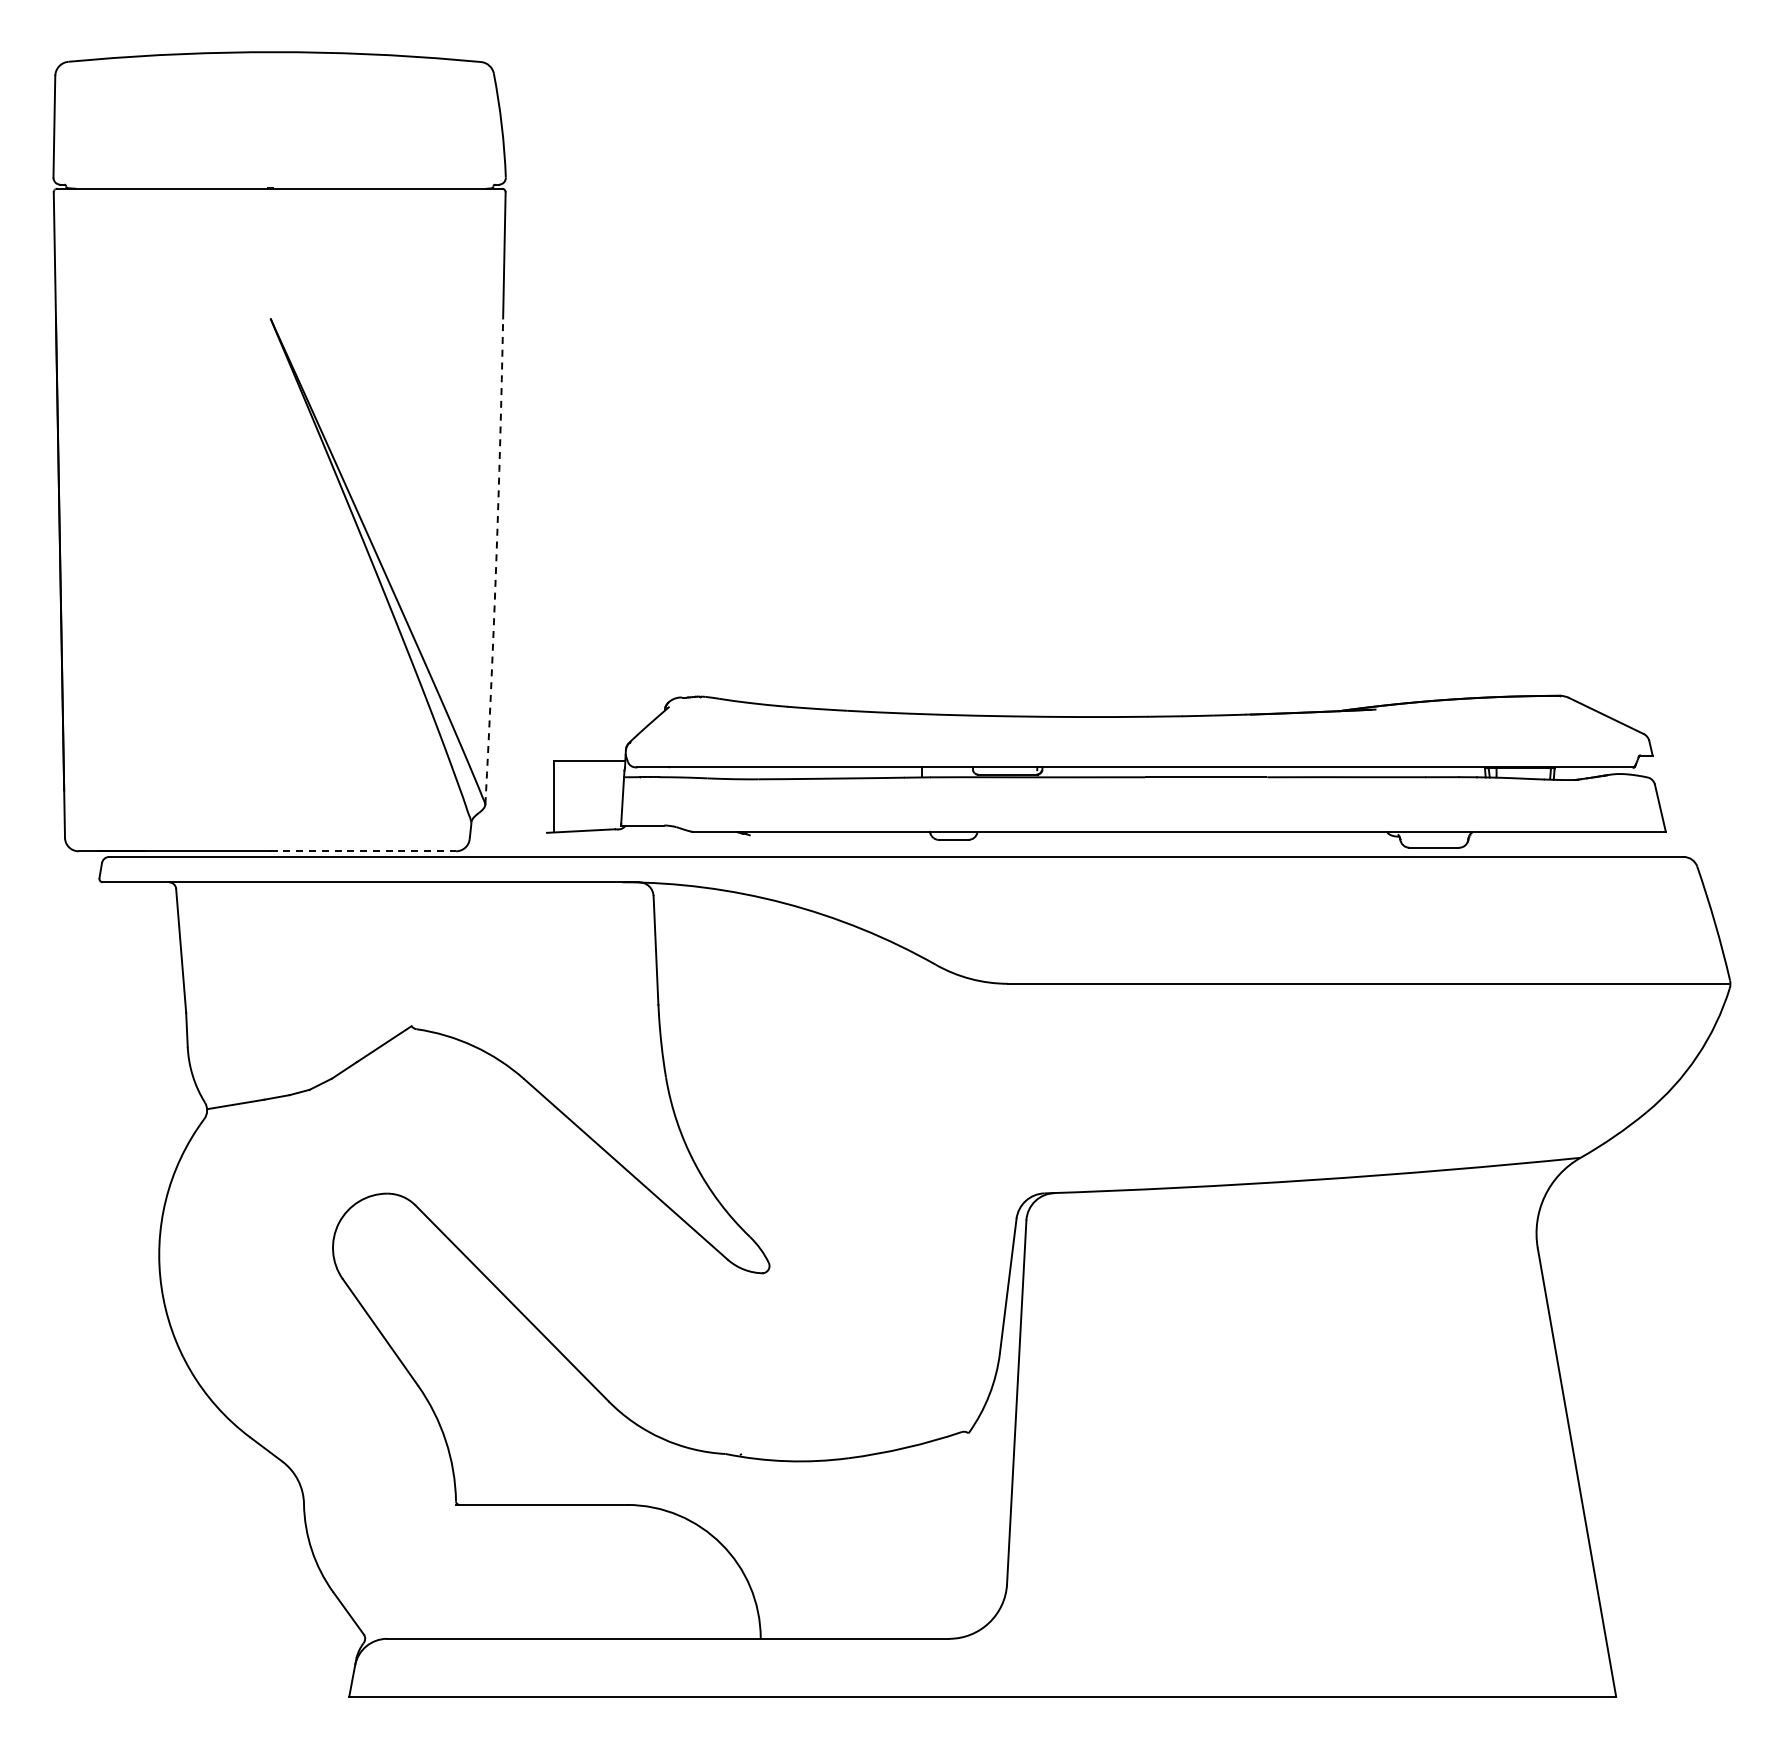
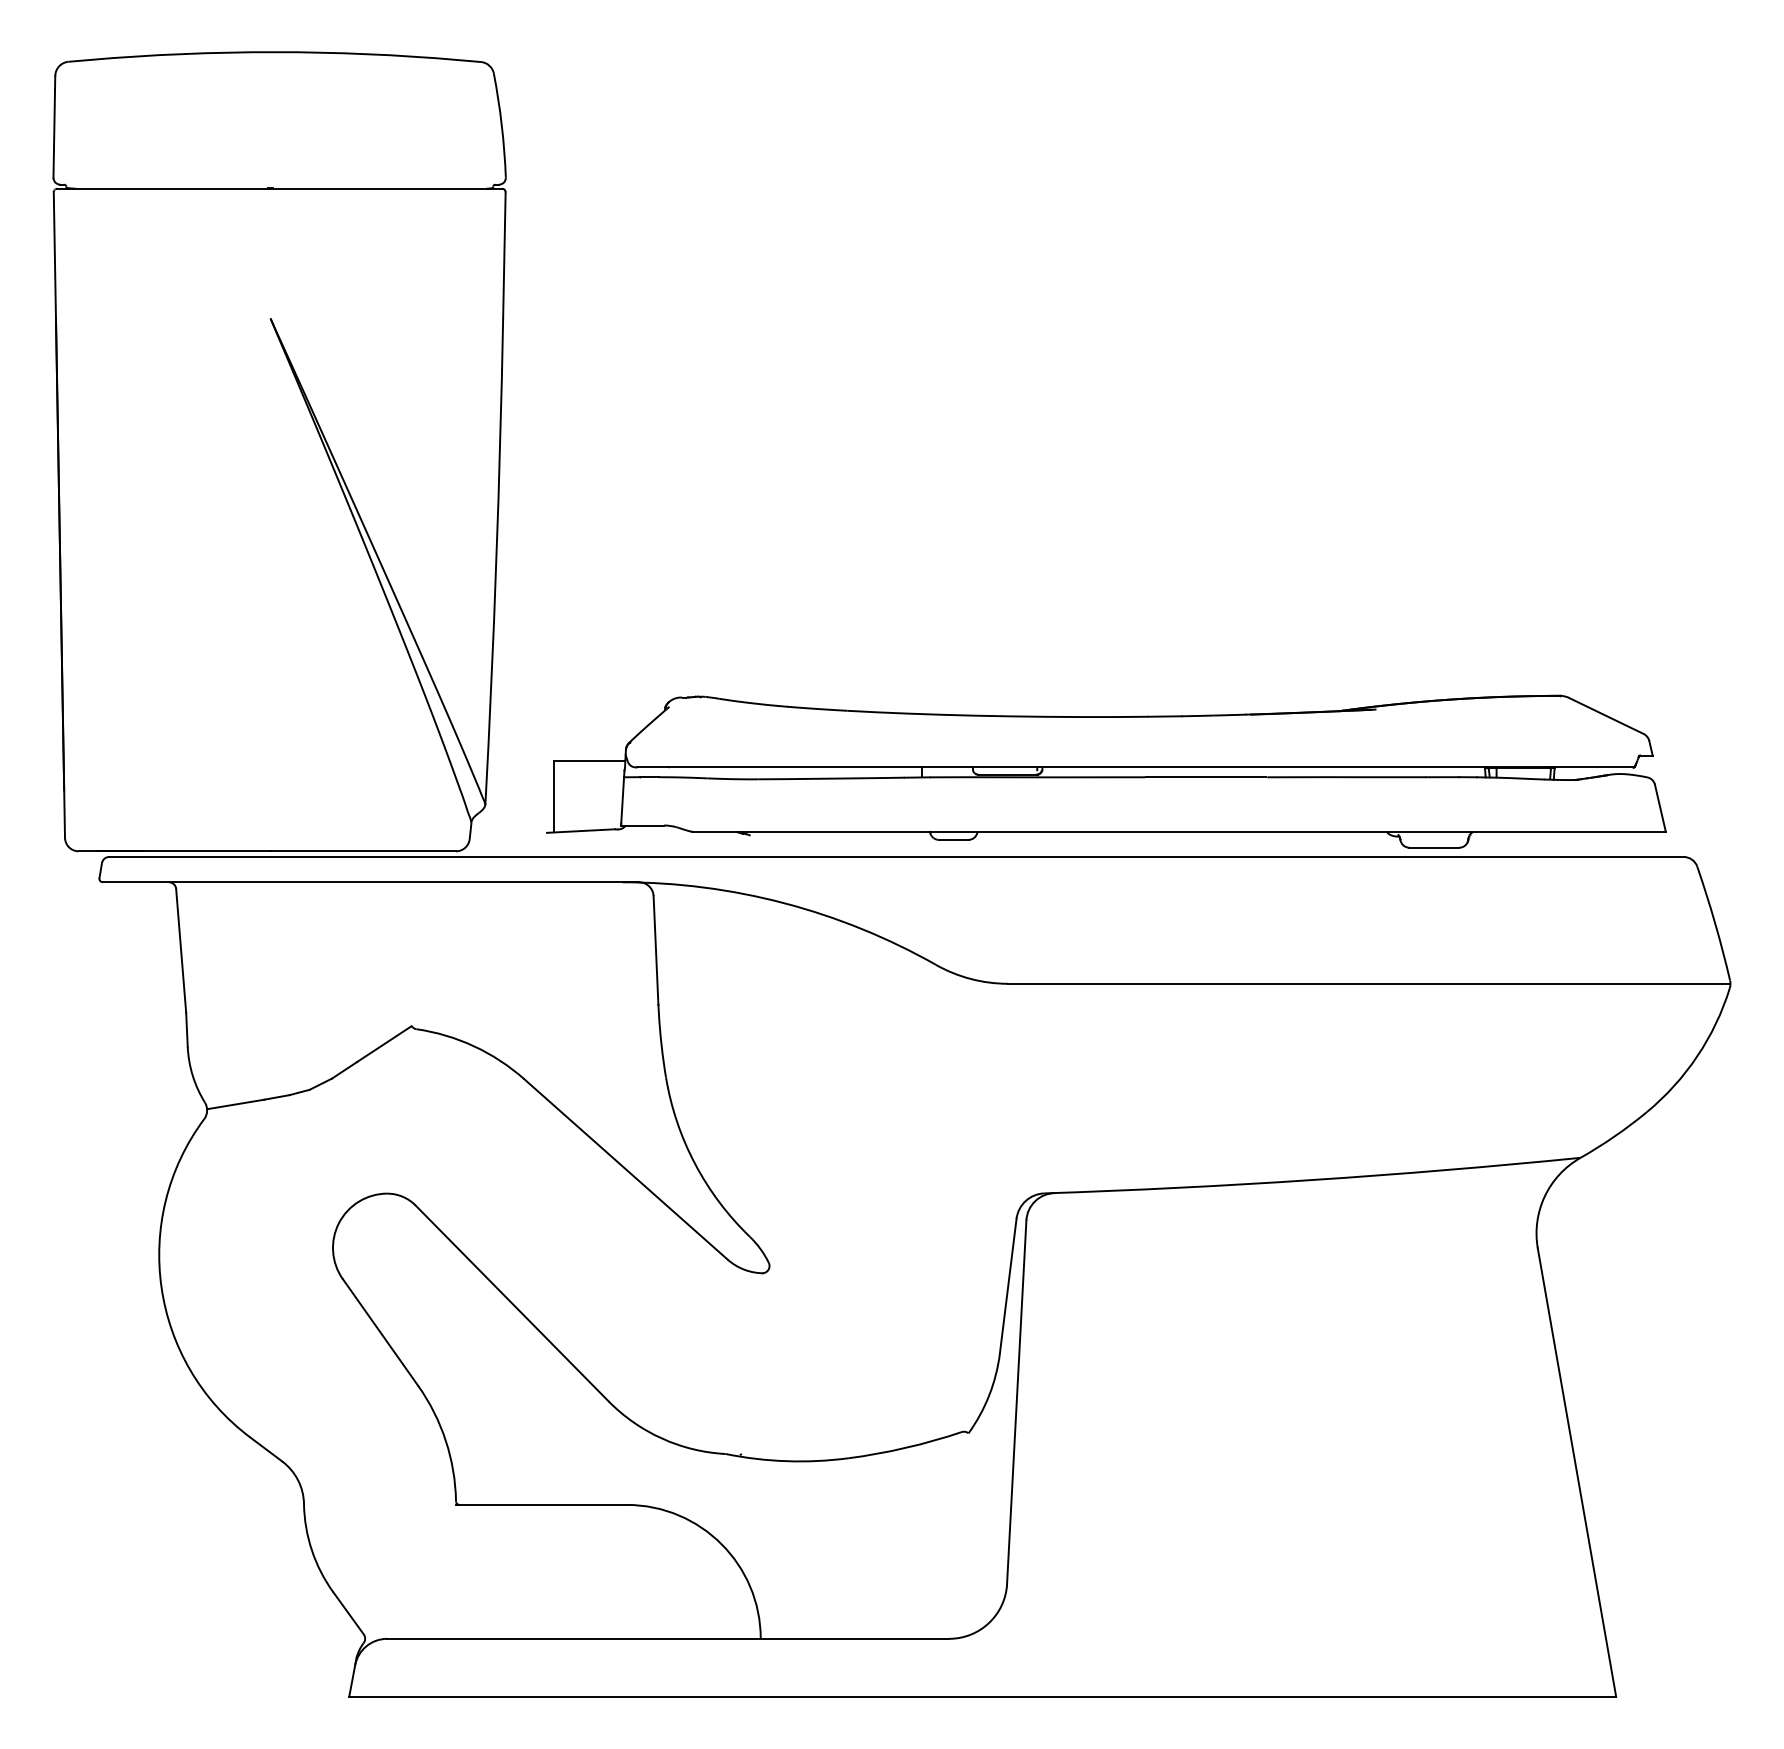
arc at (496, 561): dashed -> solid
line at (363, 851): dashed -> solid
